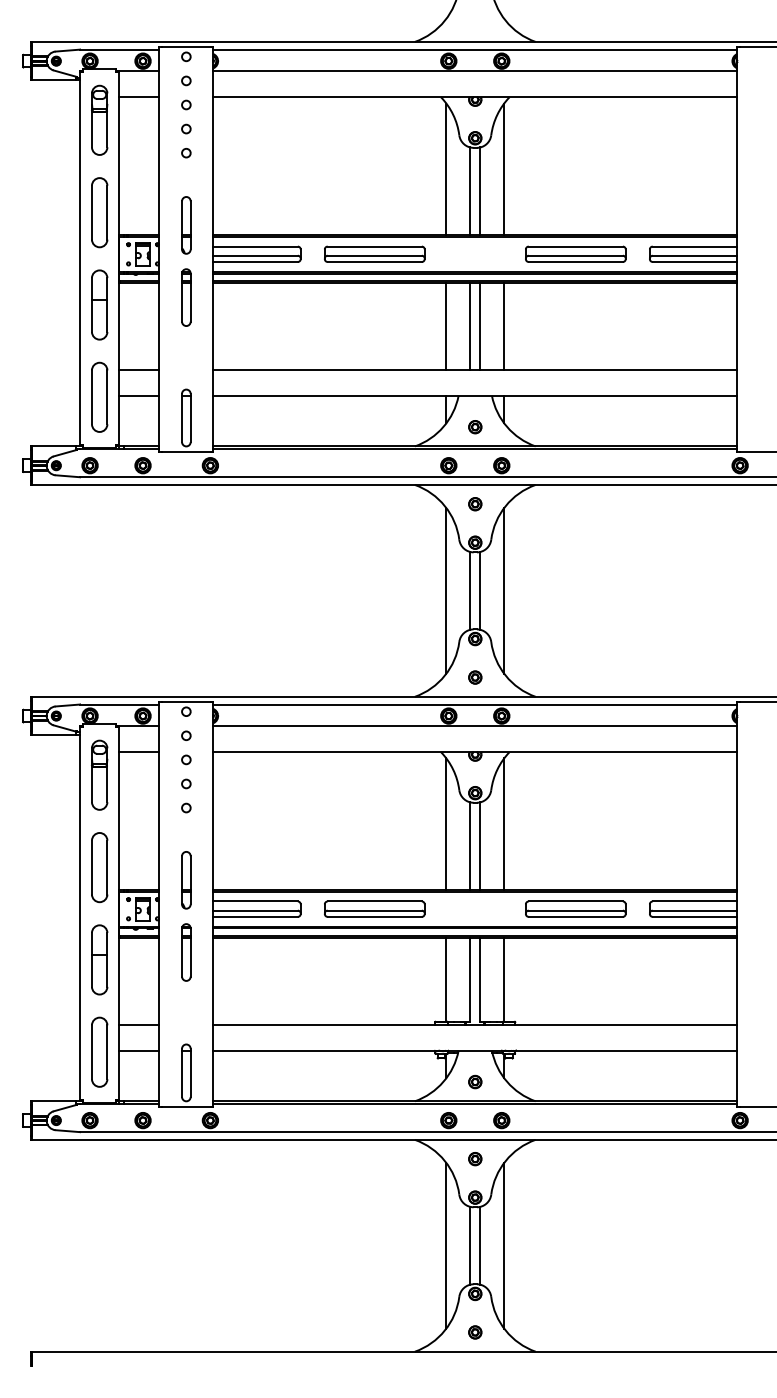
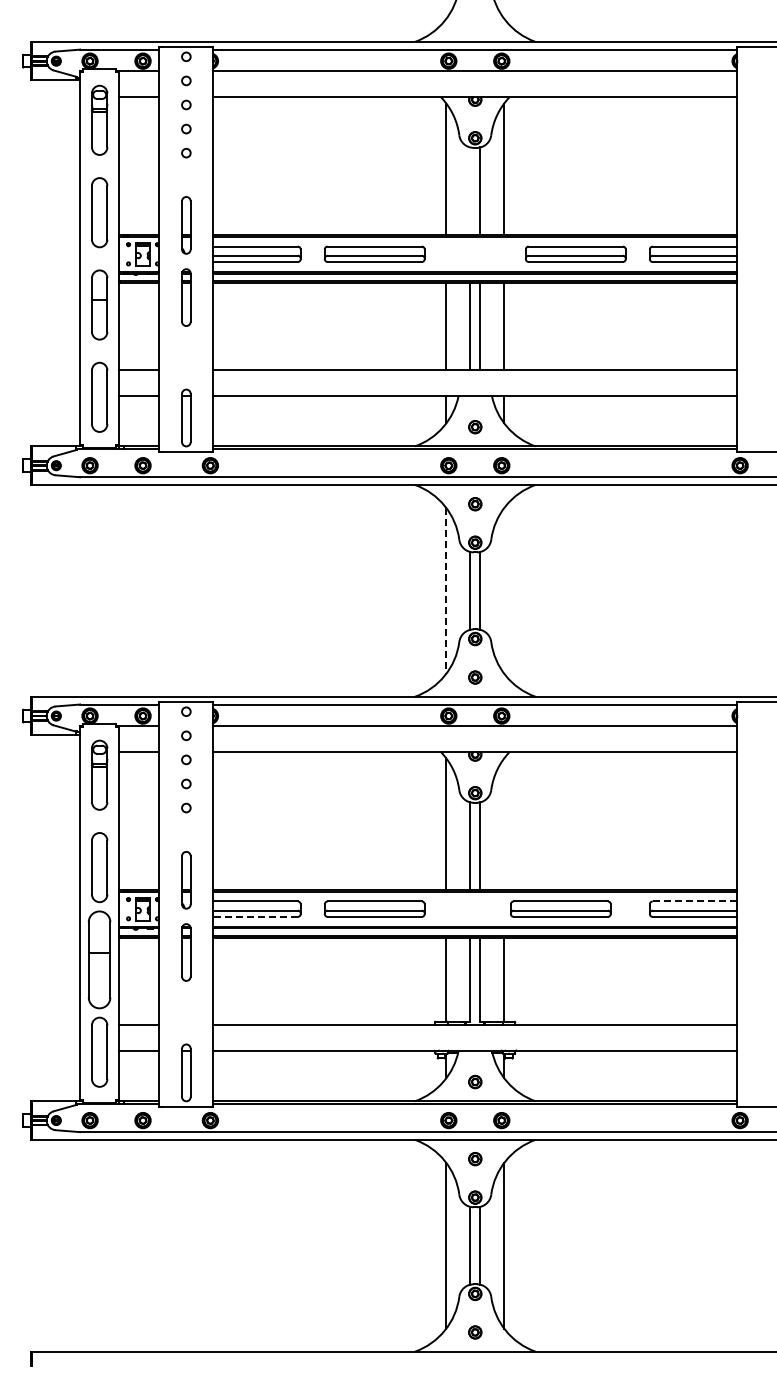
line at (470, 191): present -> none
line at (446, 590): solid -> dashed
line at (504, 590): present -> none
line at (504, 823): present -> none
line at (695, 901): solid -> dashed
part at (575, 908) position: (575, 908) -> (560, 908)
line at (255, 916): solid -> dashed
part at (99, 959) size: 18x72 px -> 25x100 px
